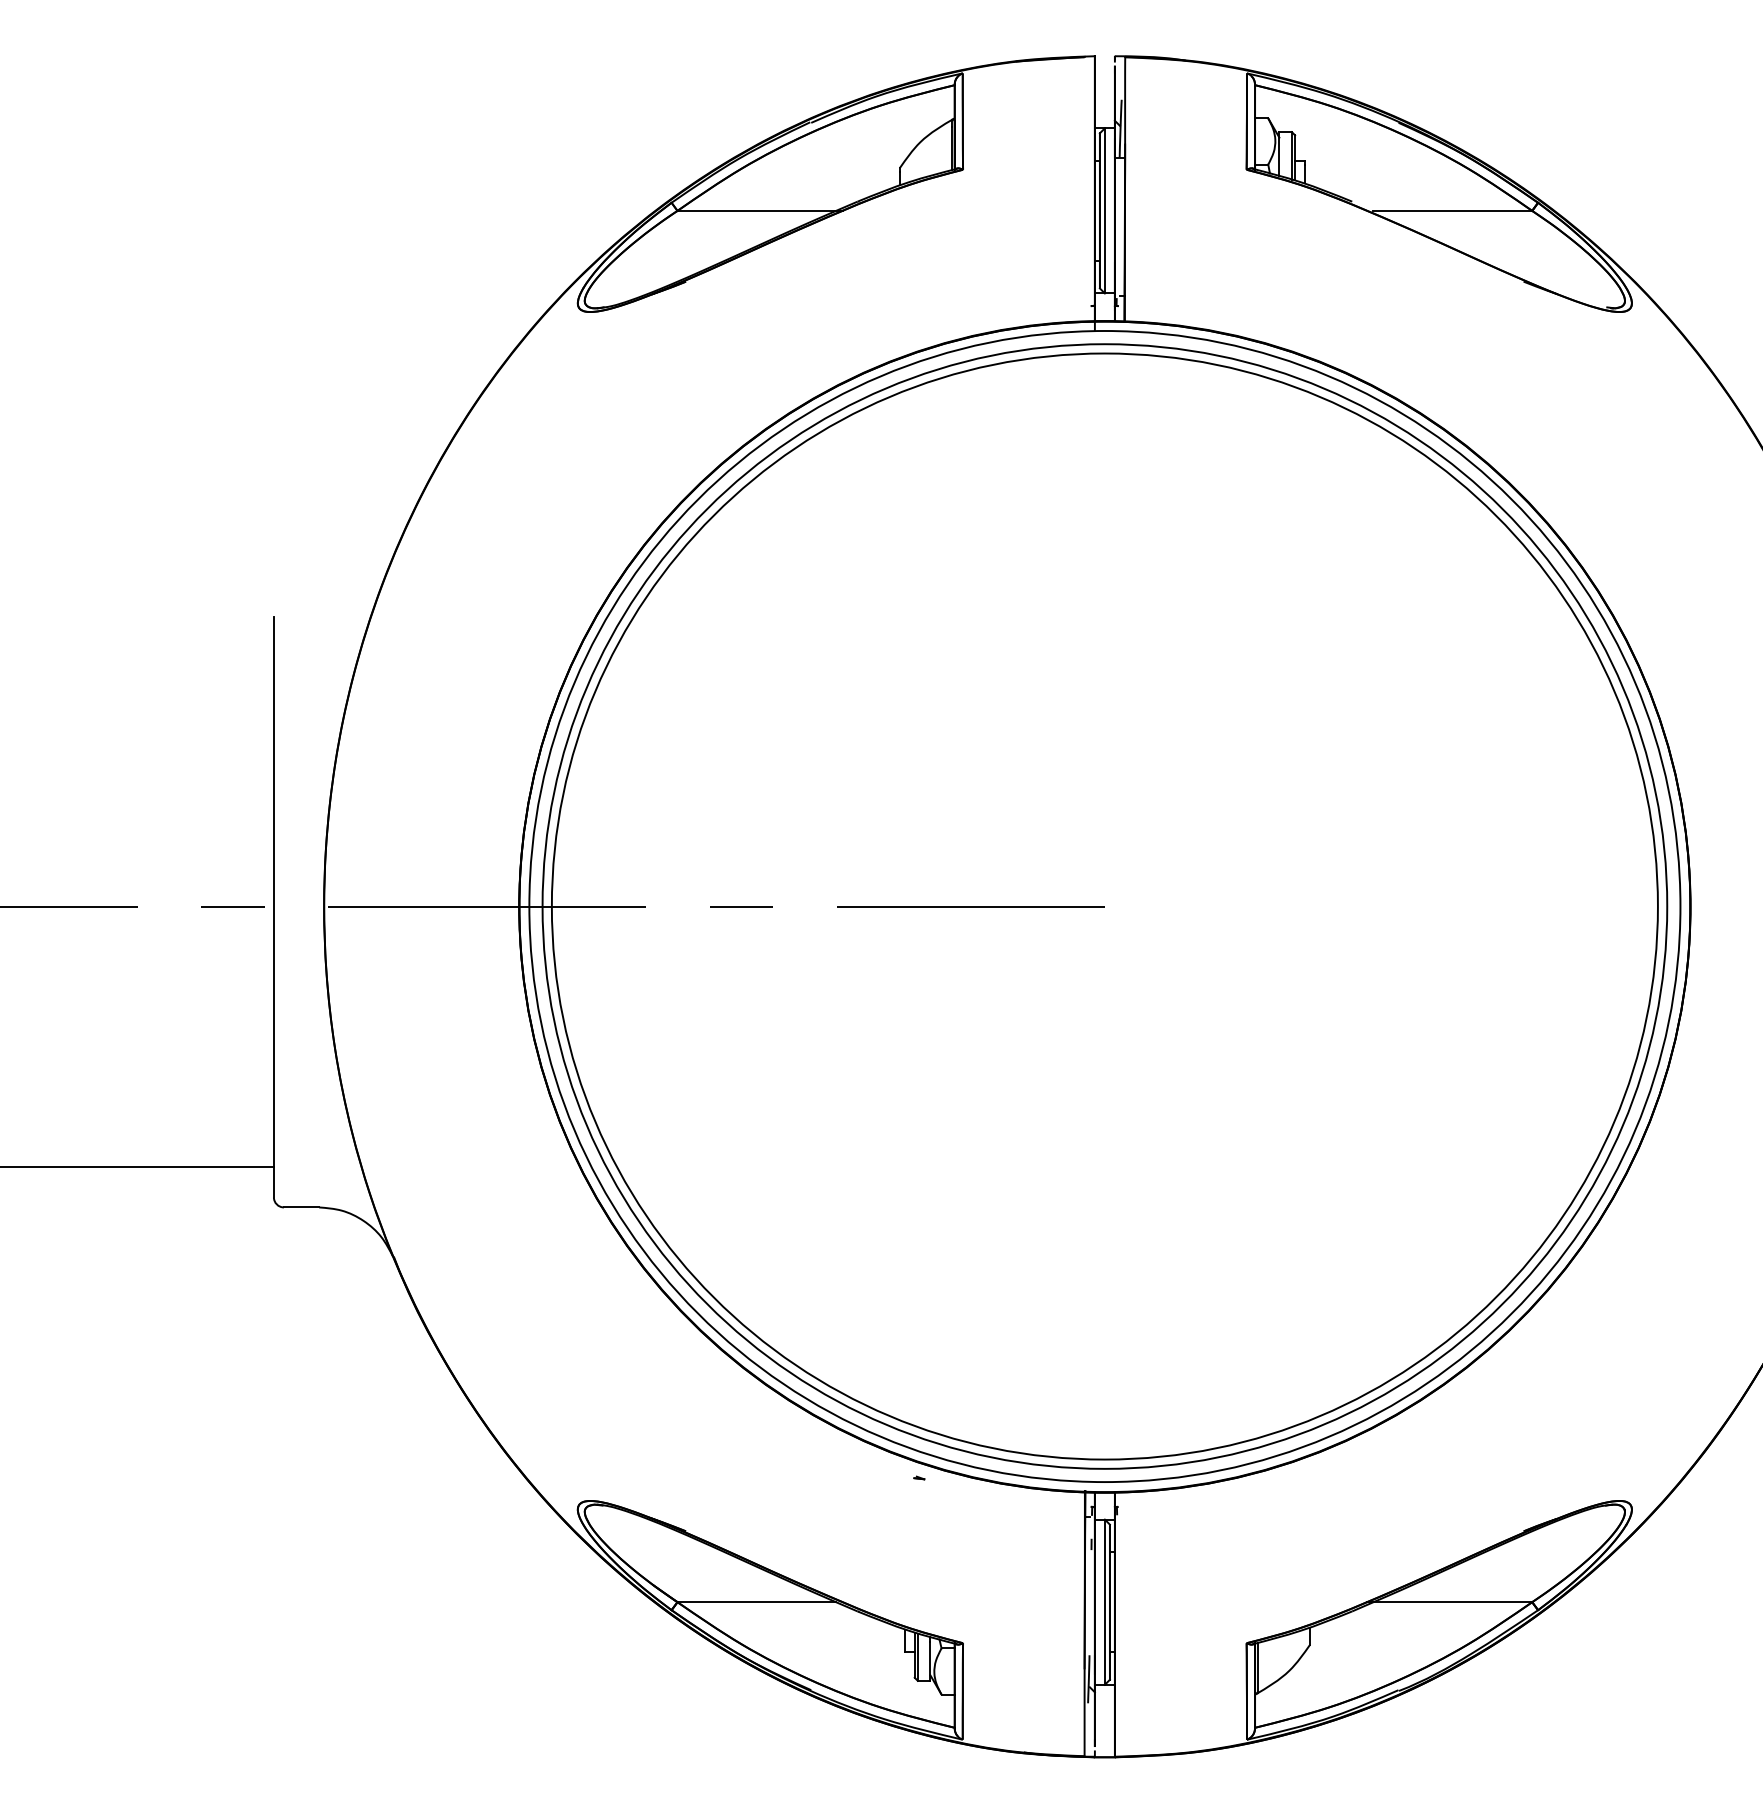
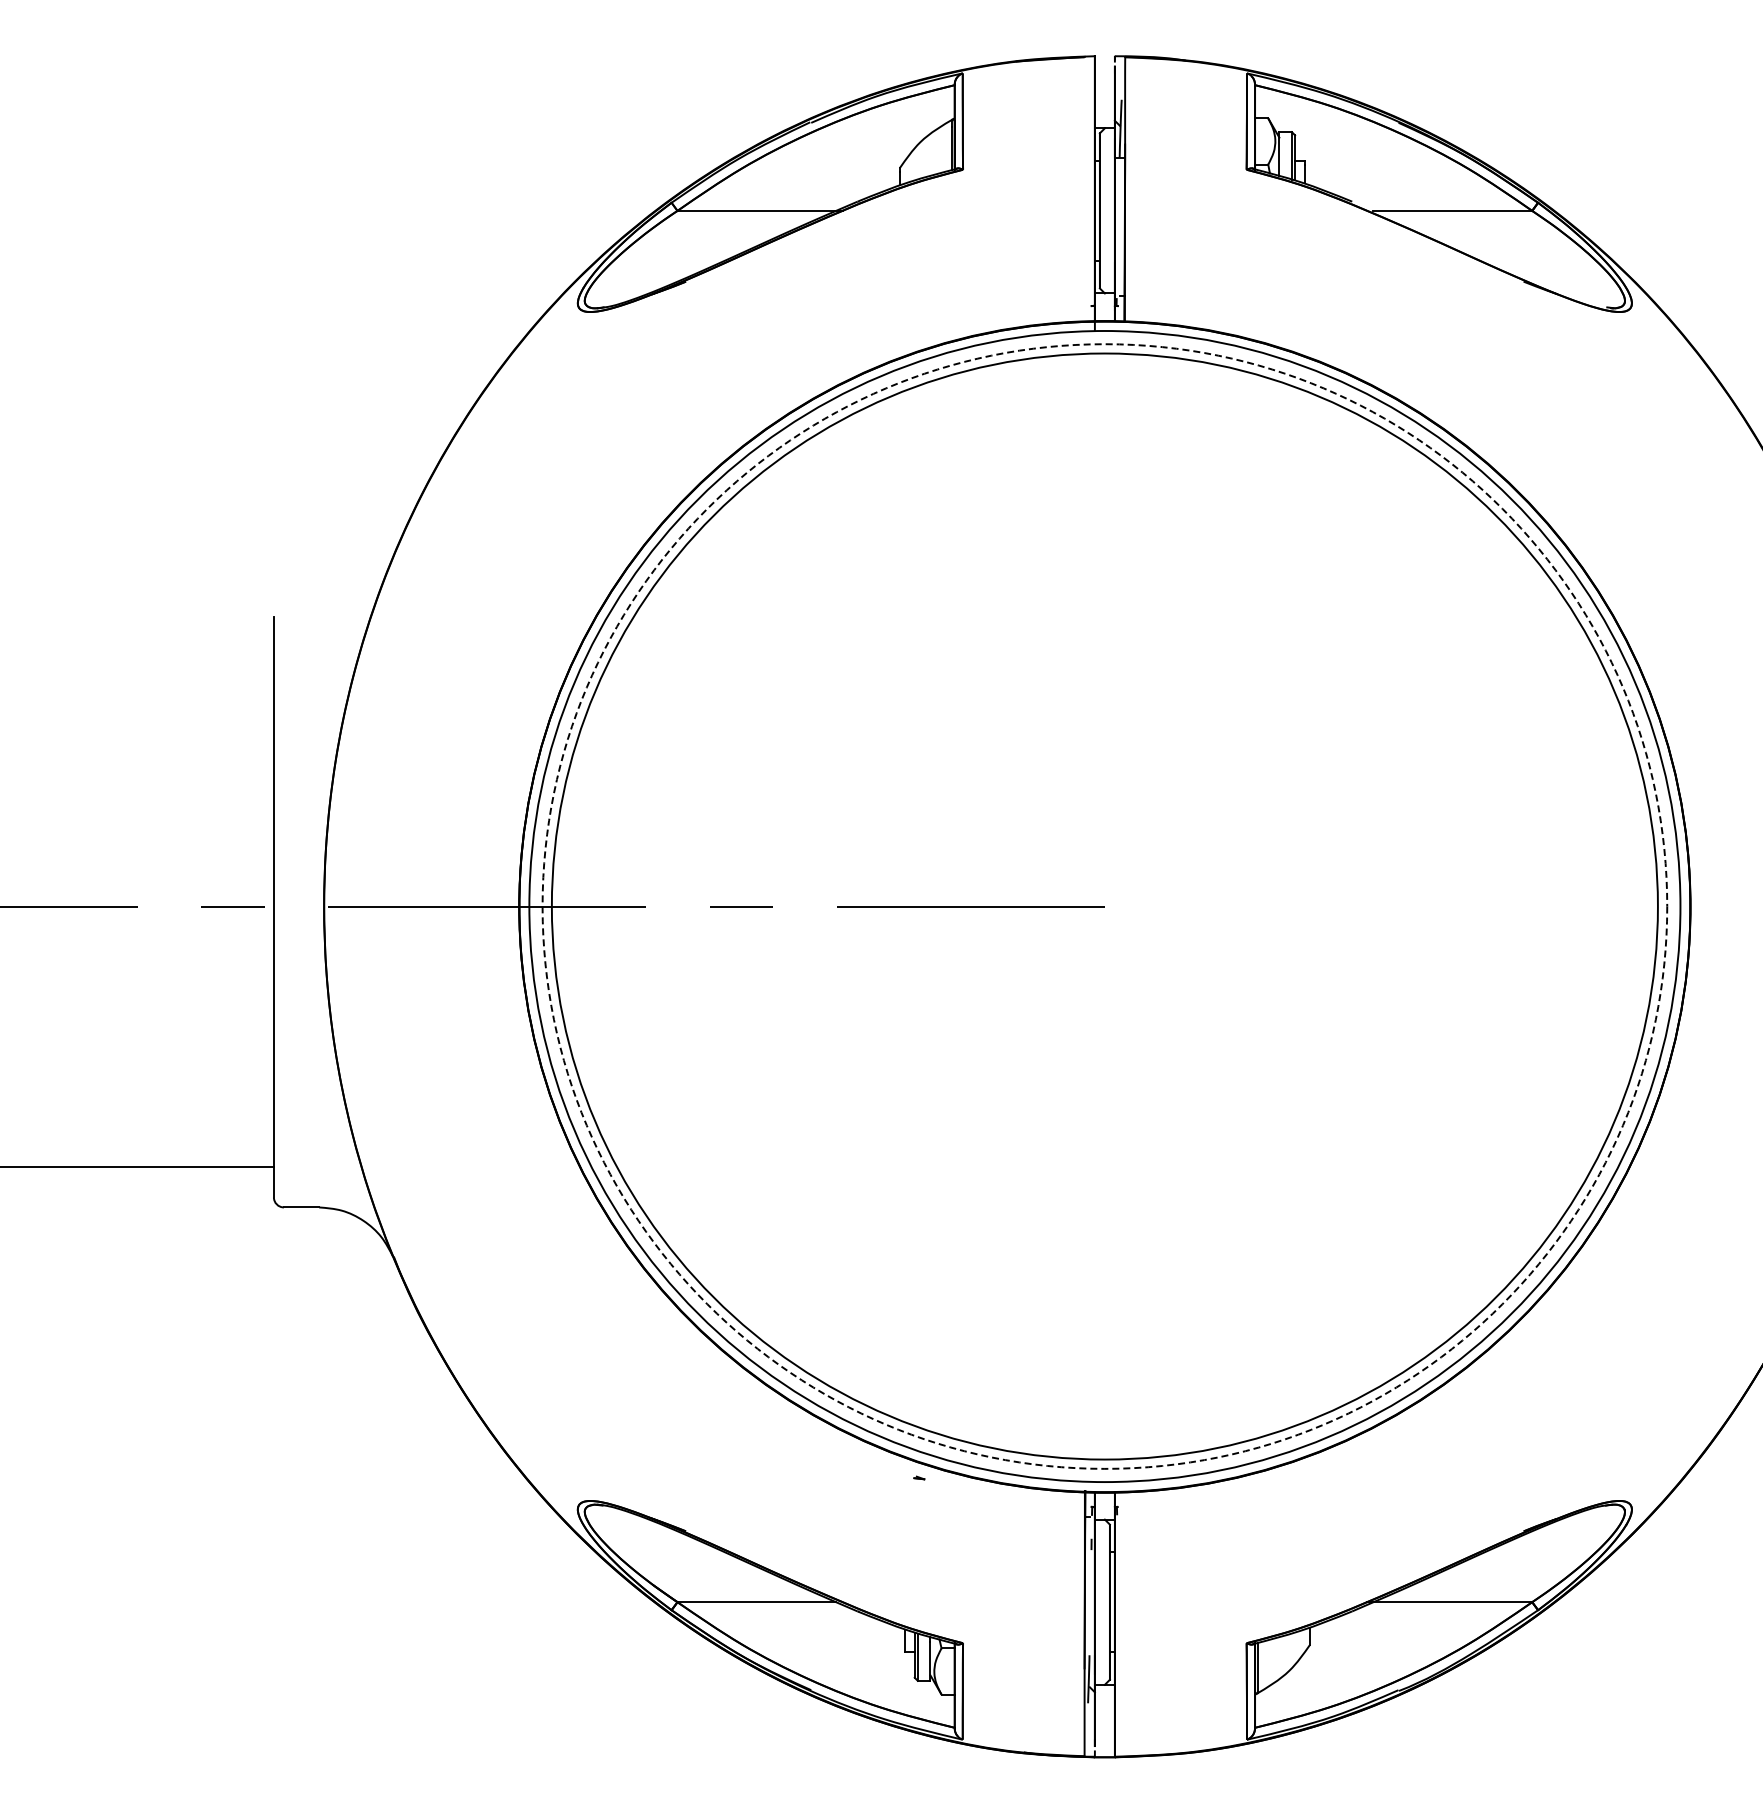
line at (1104, 210): present -> none
circle at (1104, 906): solid -> dashed
line at (1104, 1601): present -> none
